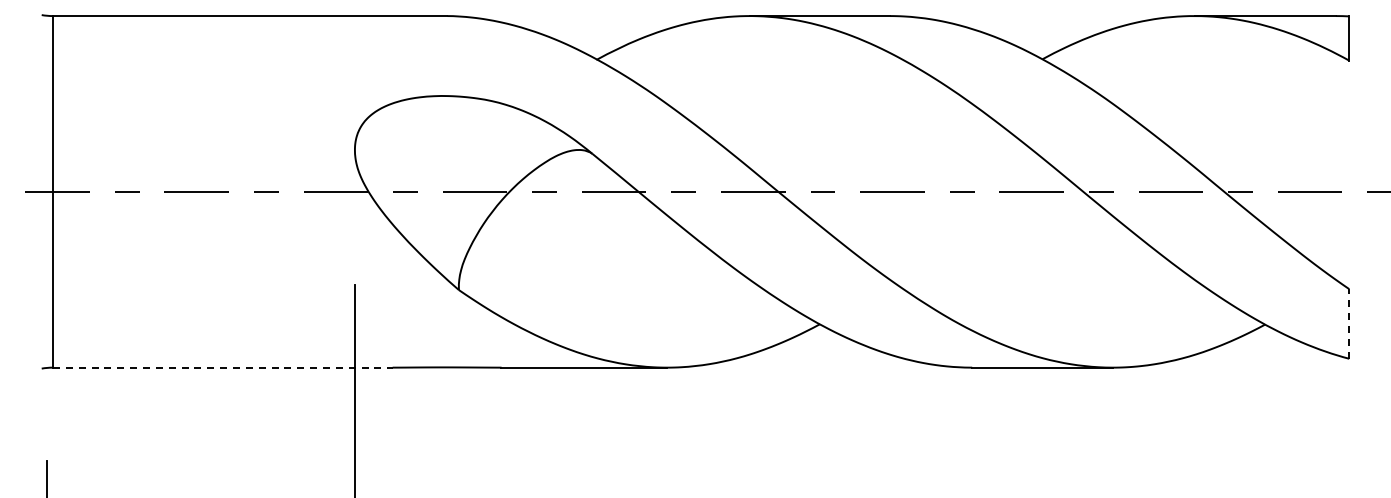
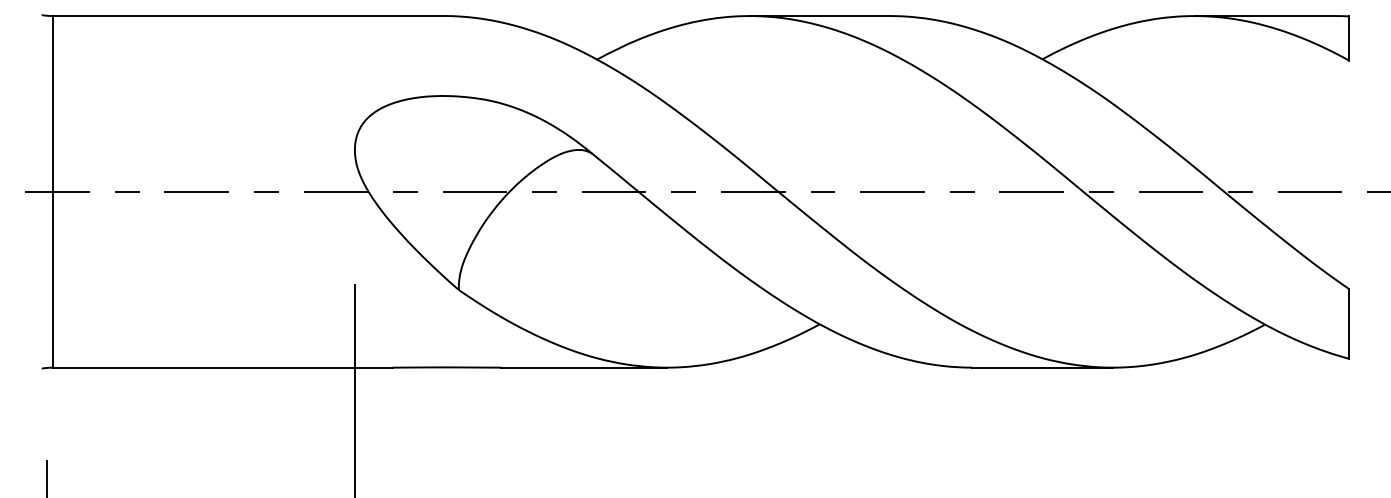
line at (1349, 323): dashed -> solid
line at (222, 367): dashed -> solid
